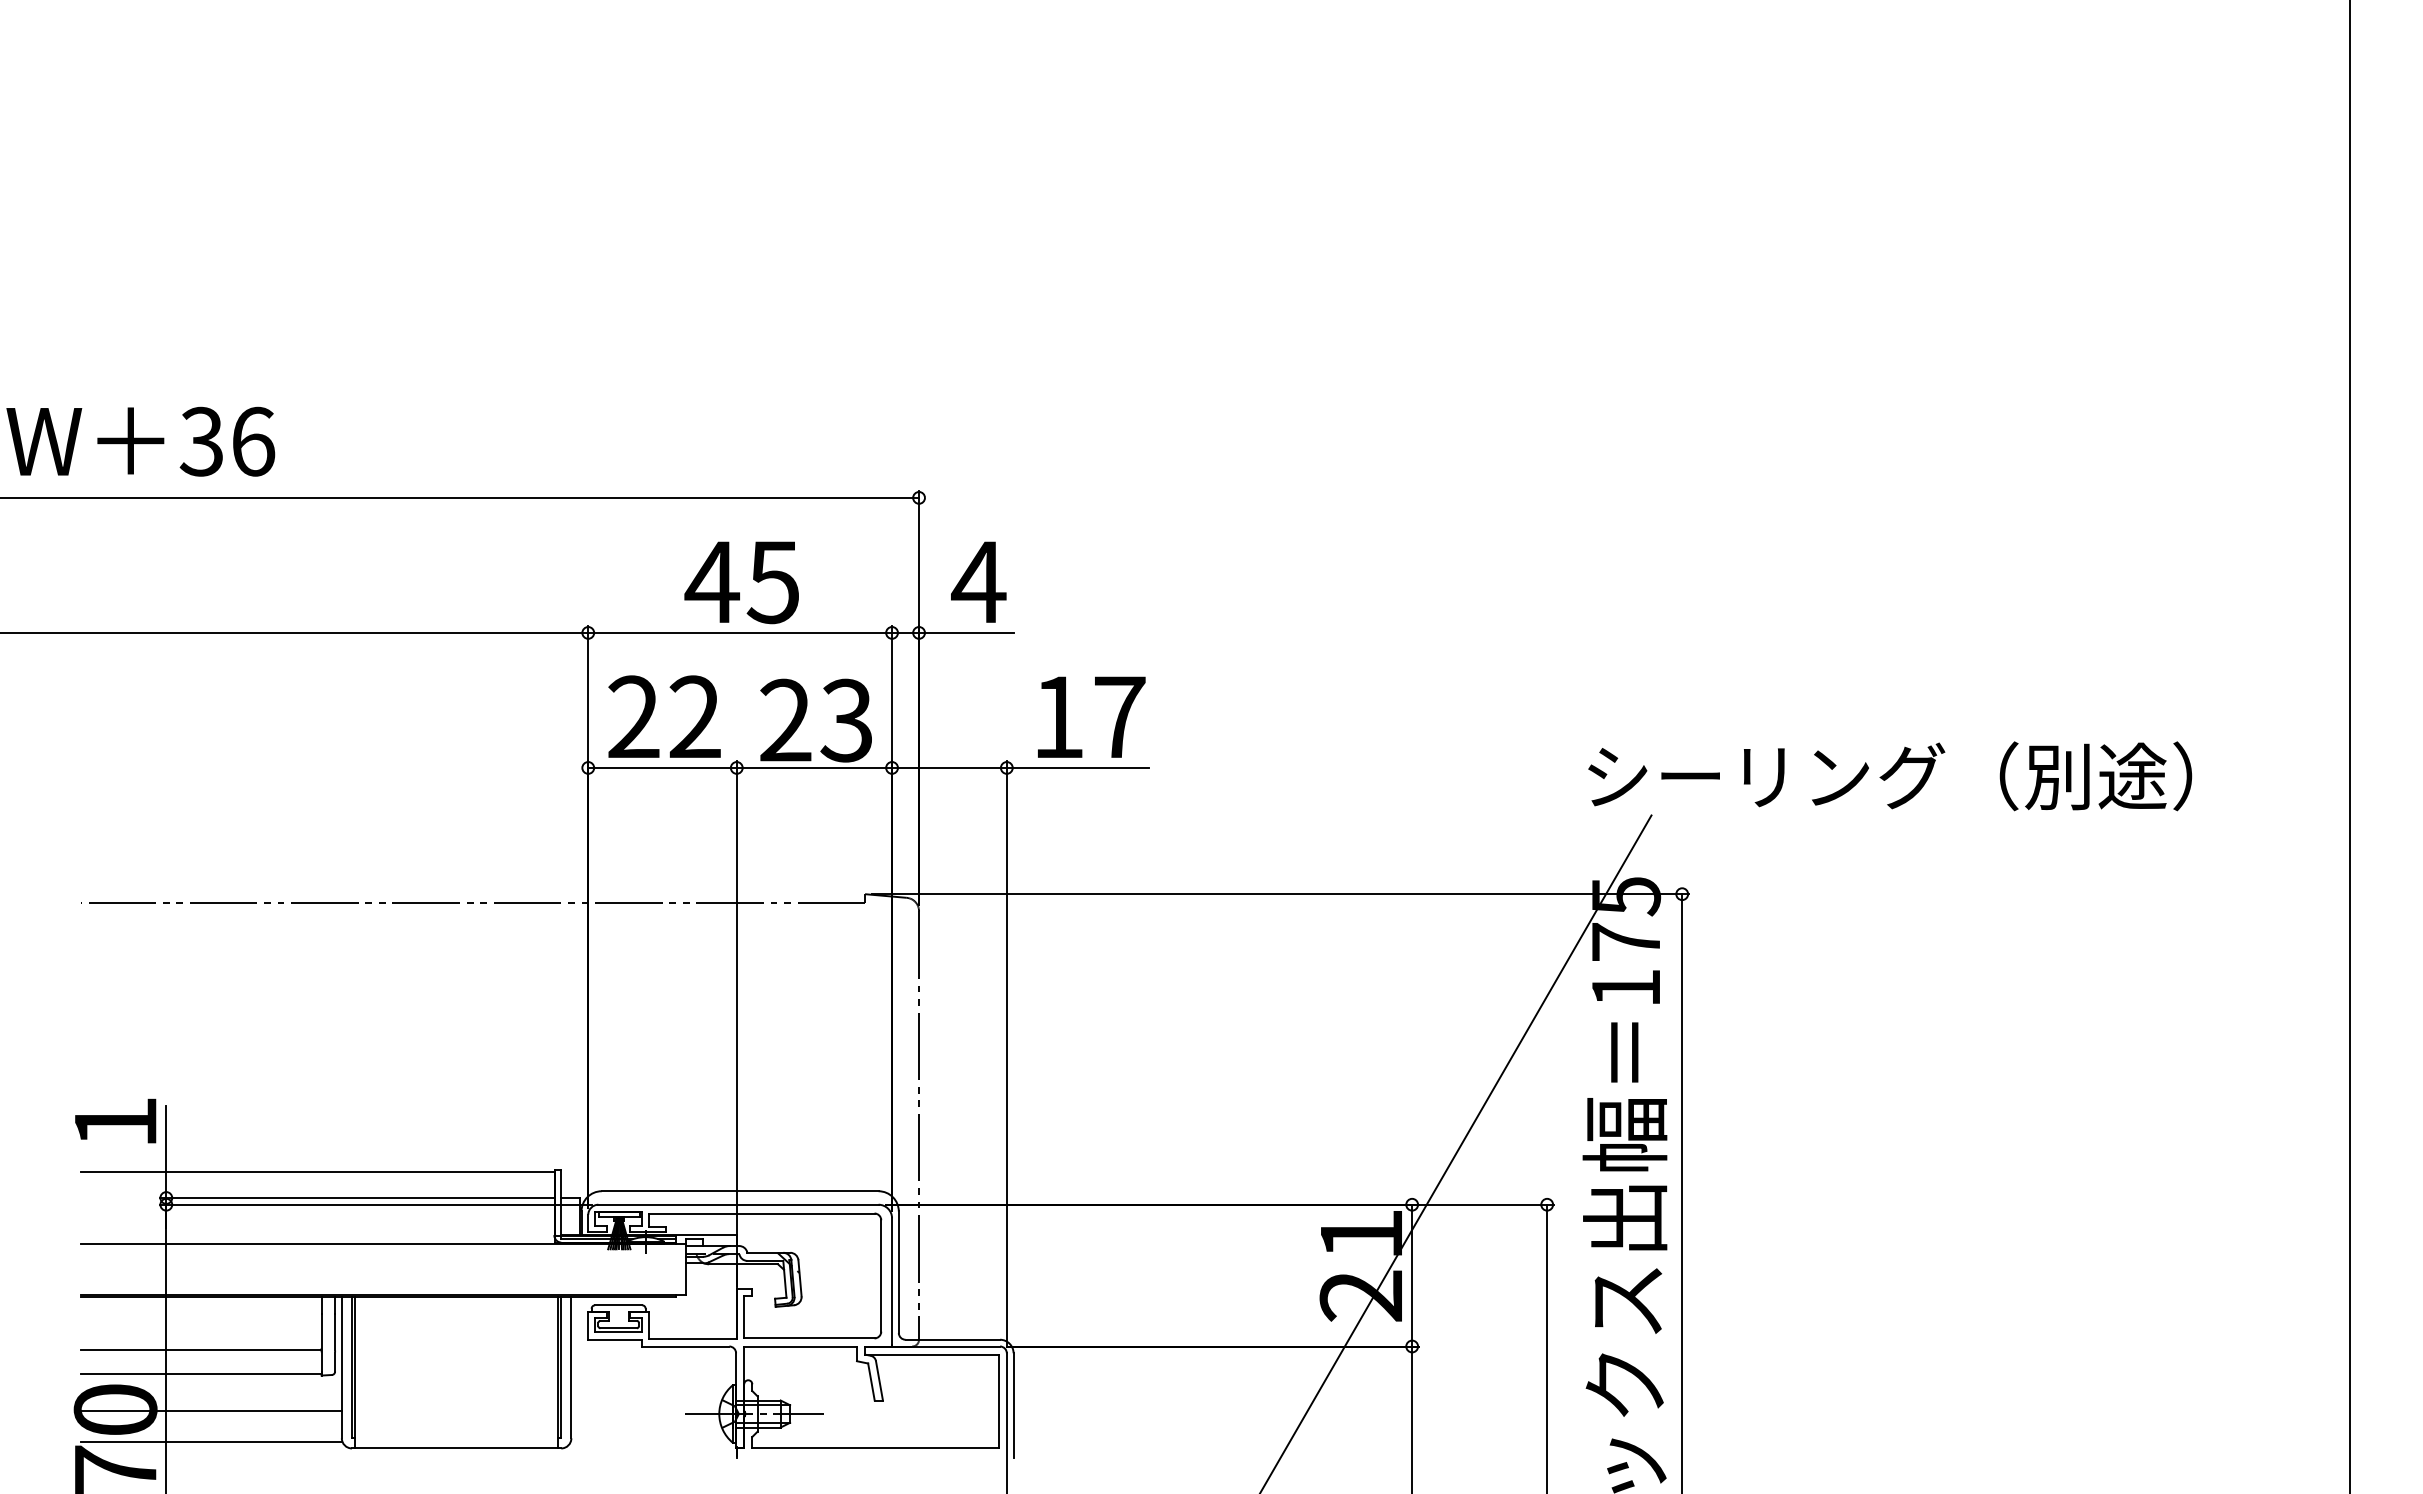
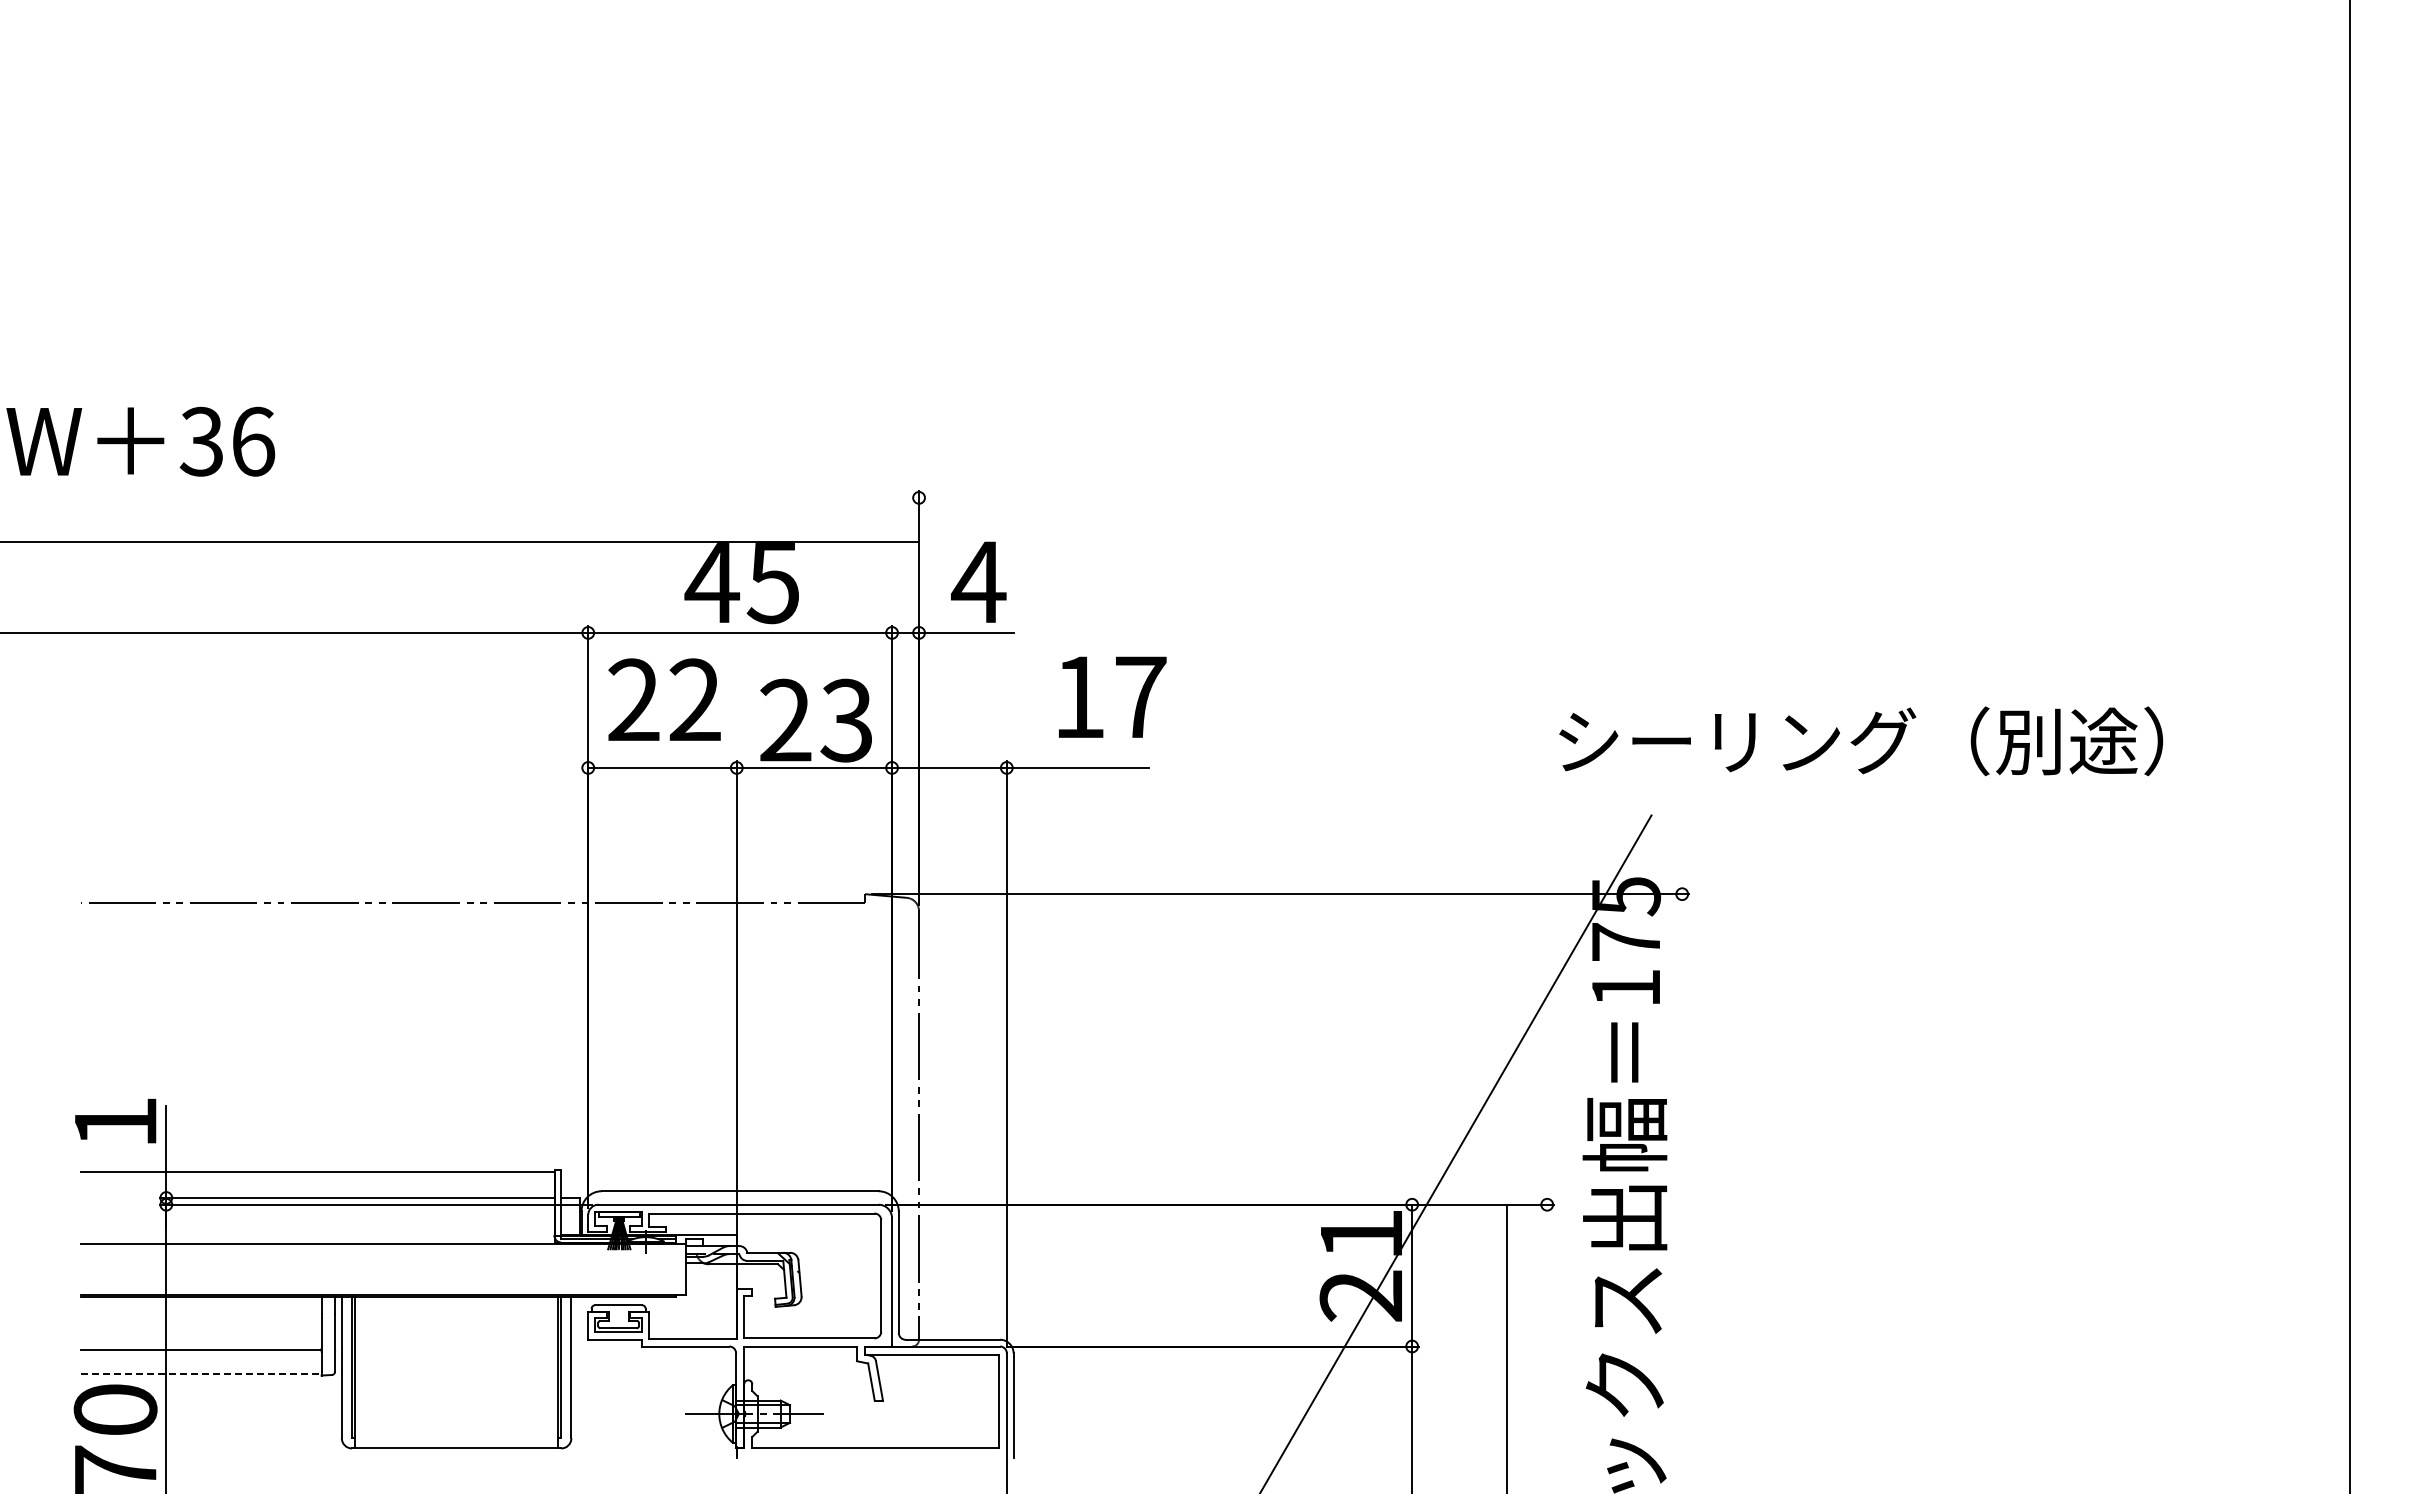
line at (460, 497) position: (460, 497) -> (460, 541)
text at (664, 716) position: (664, 716) -> (664, 699)
text at (1091, 716) position: (1091, 716) -> (1112, 696)
text at (1890, 776) position: (1890, 776) -> (1861, 741)
line at (1682, 1192): present -> none
line at (1547, 1347) position: (1547, 1347) -> (1507, 1347)
line at (201, 1374): solid -> dashed
line at (211, 1411): present -> none
line at (211, 1441): present -> none
